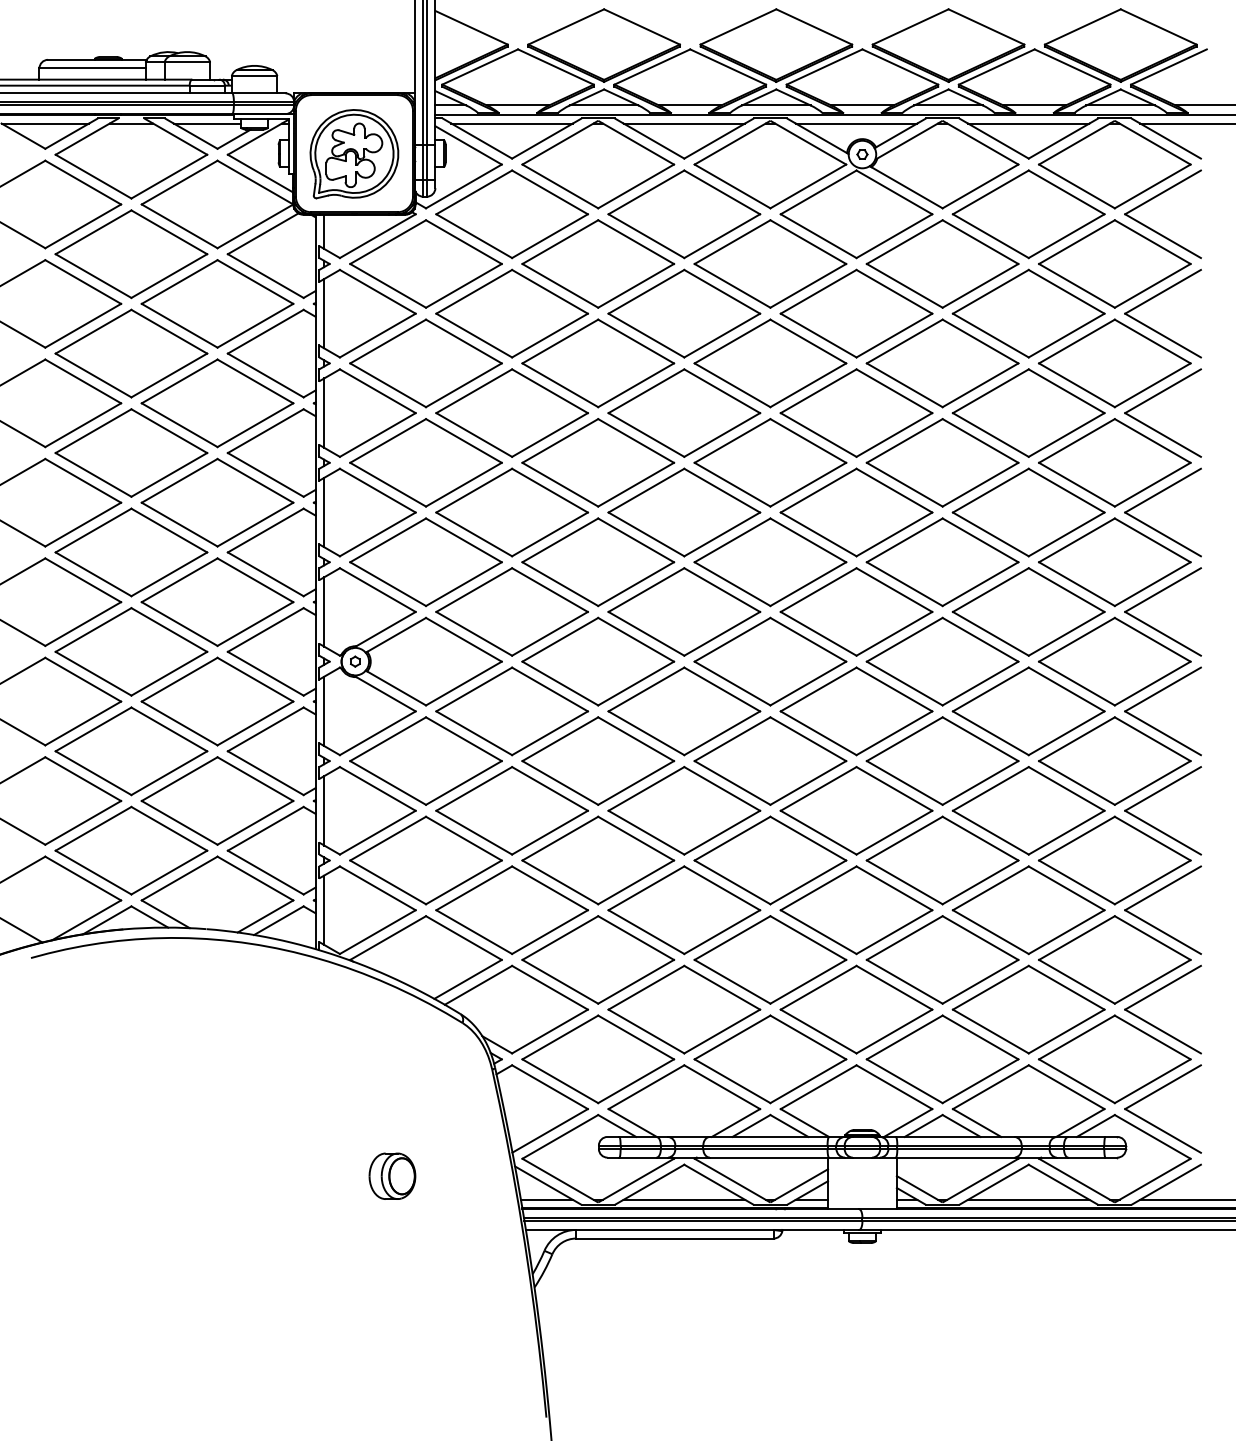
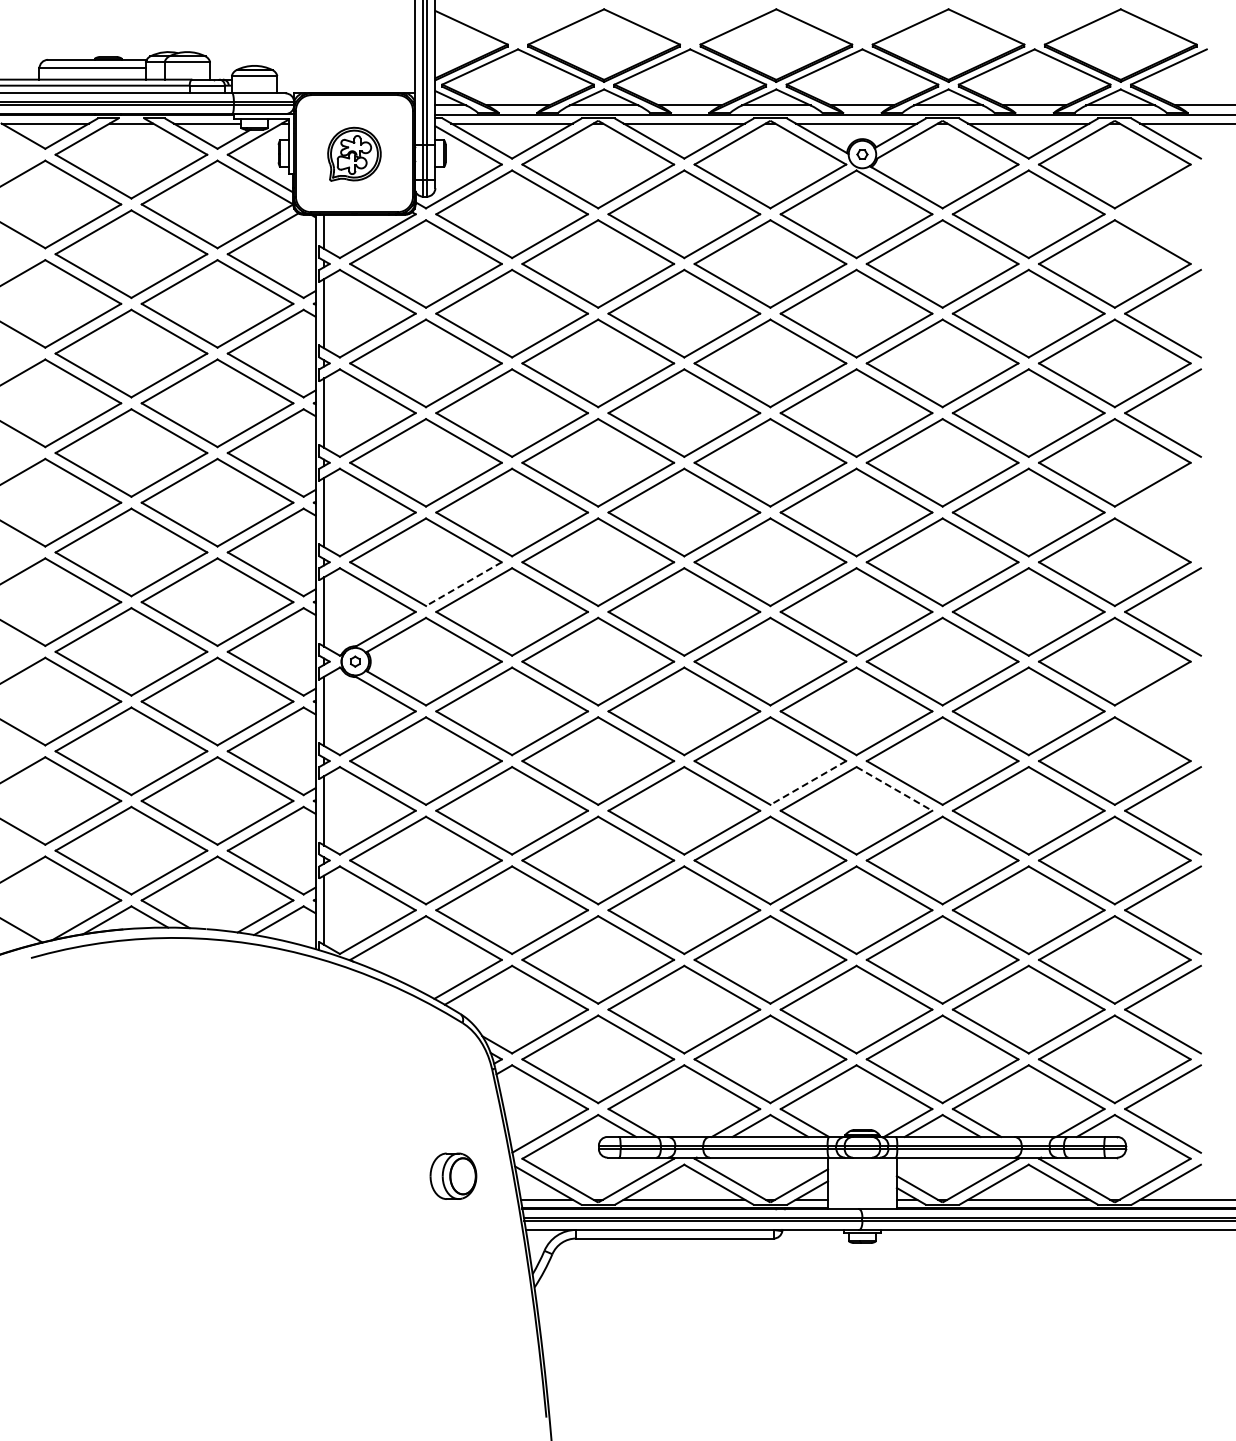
part at (354, 154) size: 91x91 px -> 55x56 px
part at (1154, 198): present -> none
part at (1155, 496): present -> none
line at (463, 584): solid -> dashed
part at (1155, 727): present -> none
line at (808, 782): solid -> dashed
line at (894, 788): solid -> dashed
part at (392, 1175) position: (392, 1175) -> (453, 1175)
